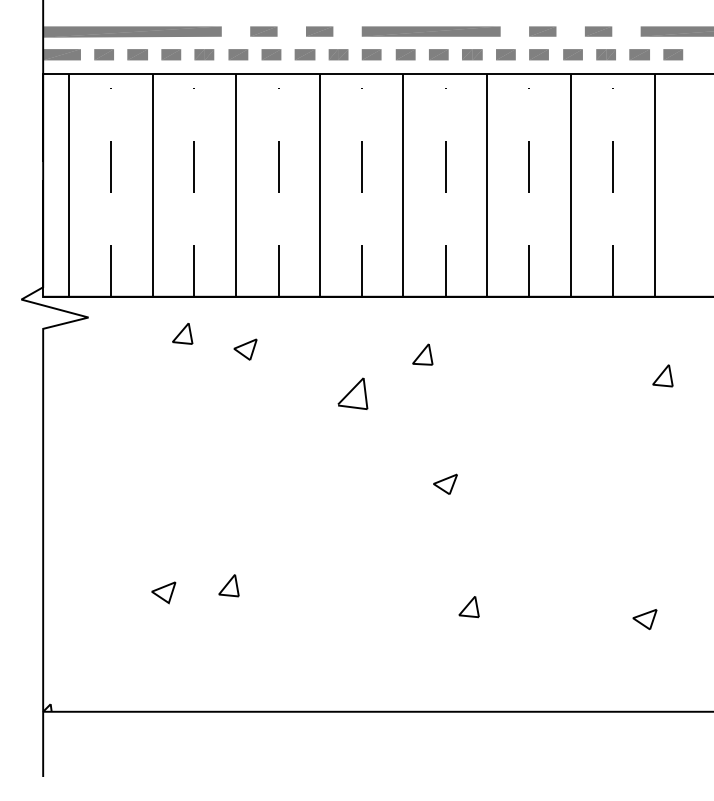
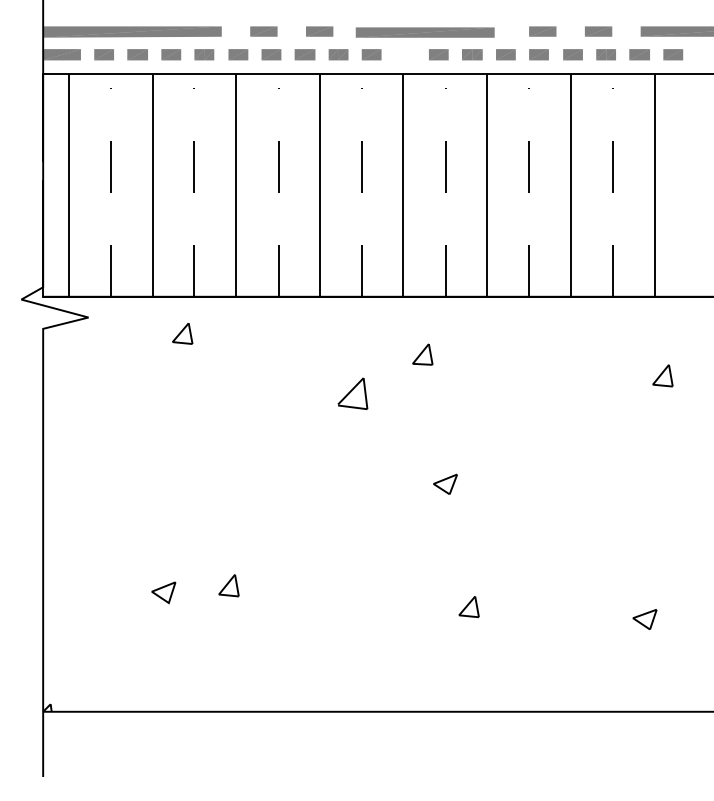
part at (431, 31) position: (431, 31) -> (425, 32)
part at (405, 54): present -> none
part at (245, 349): present -> none
